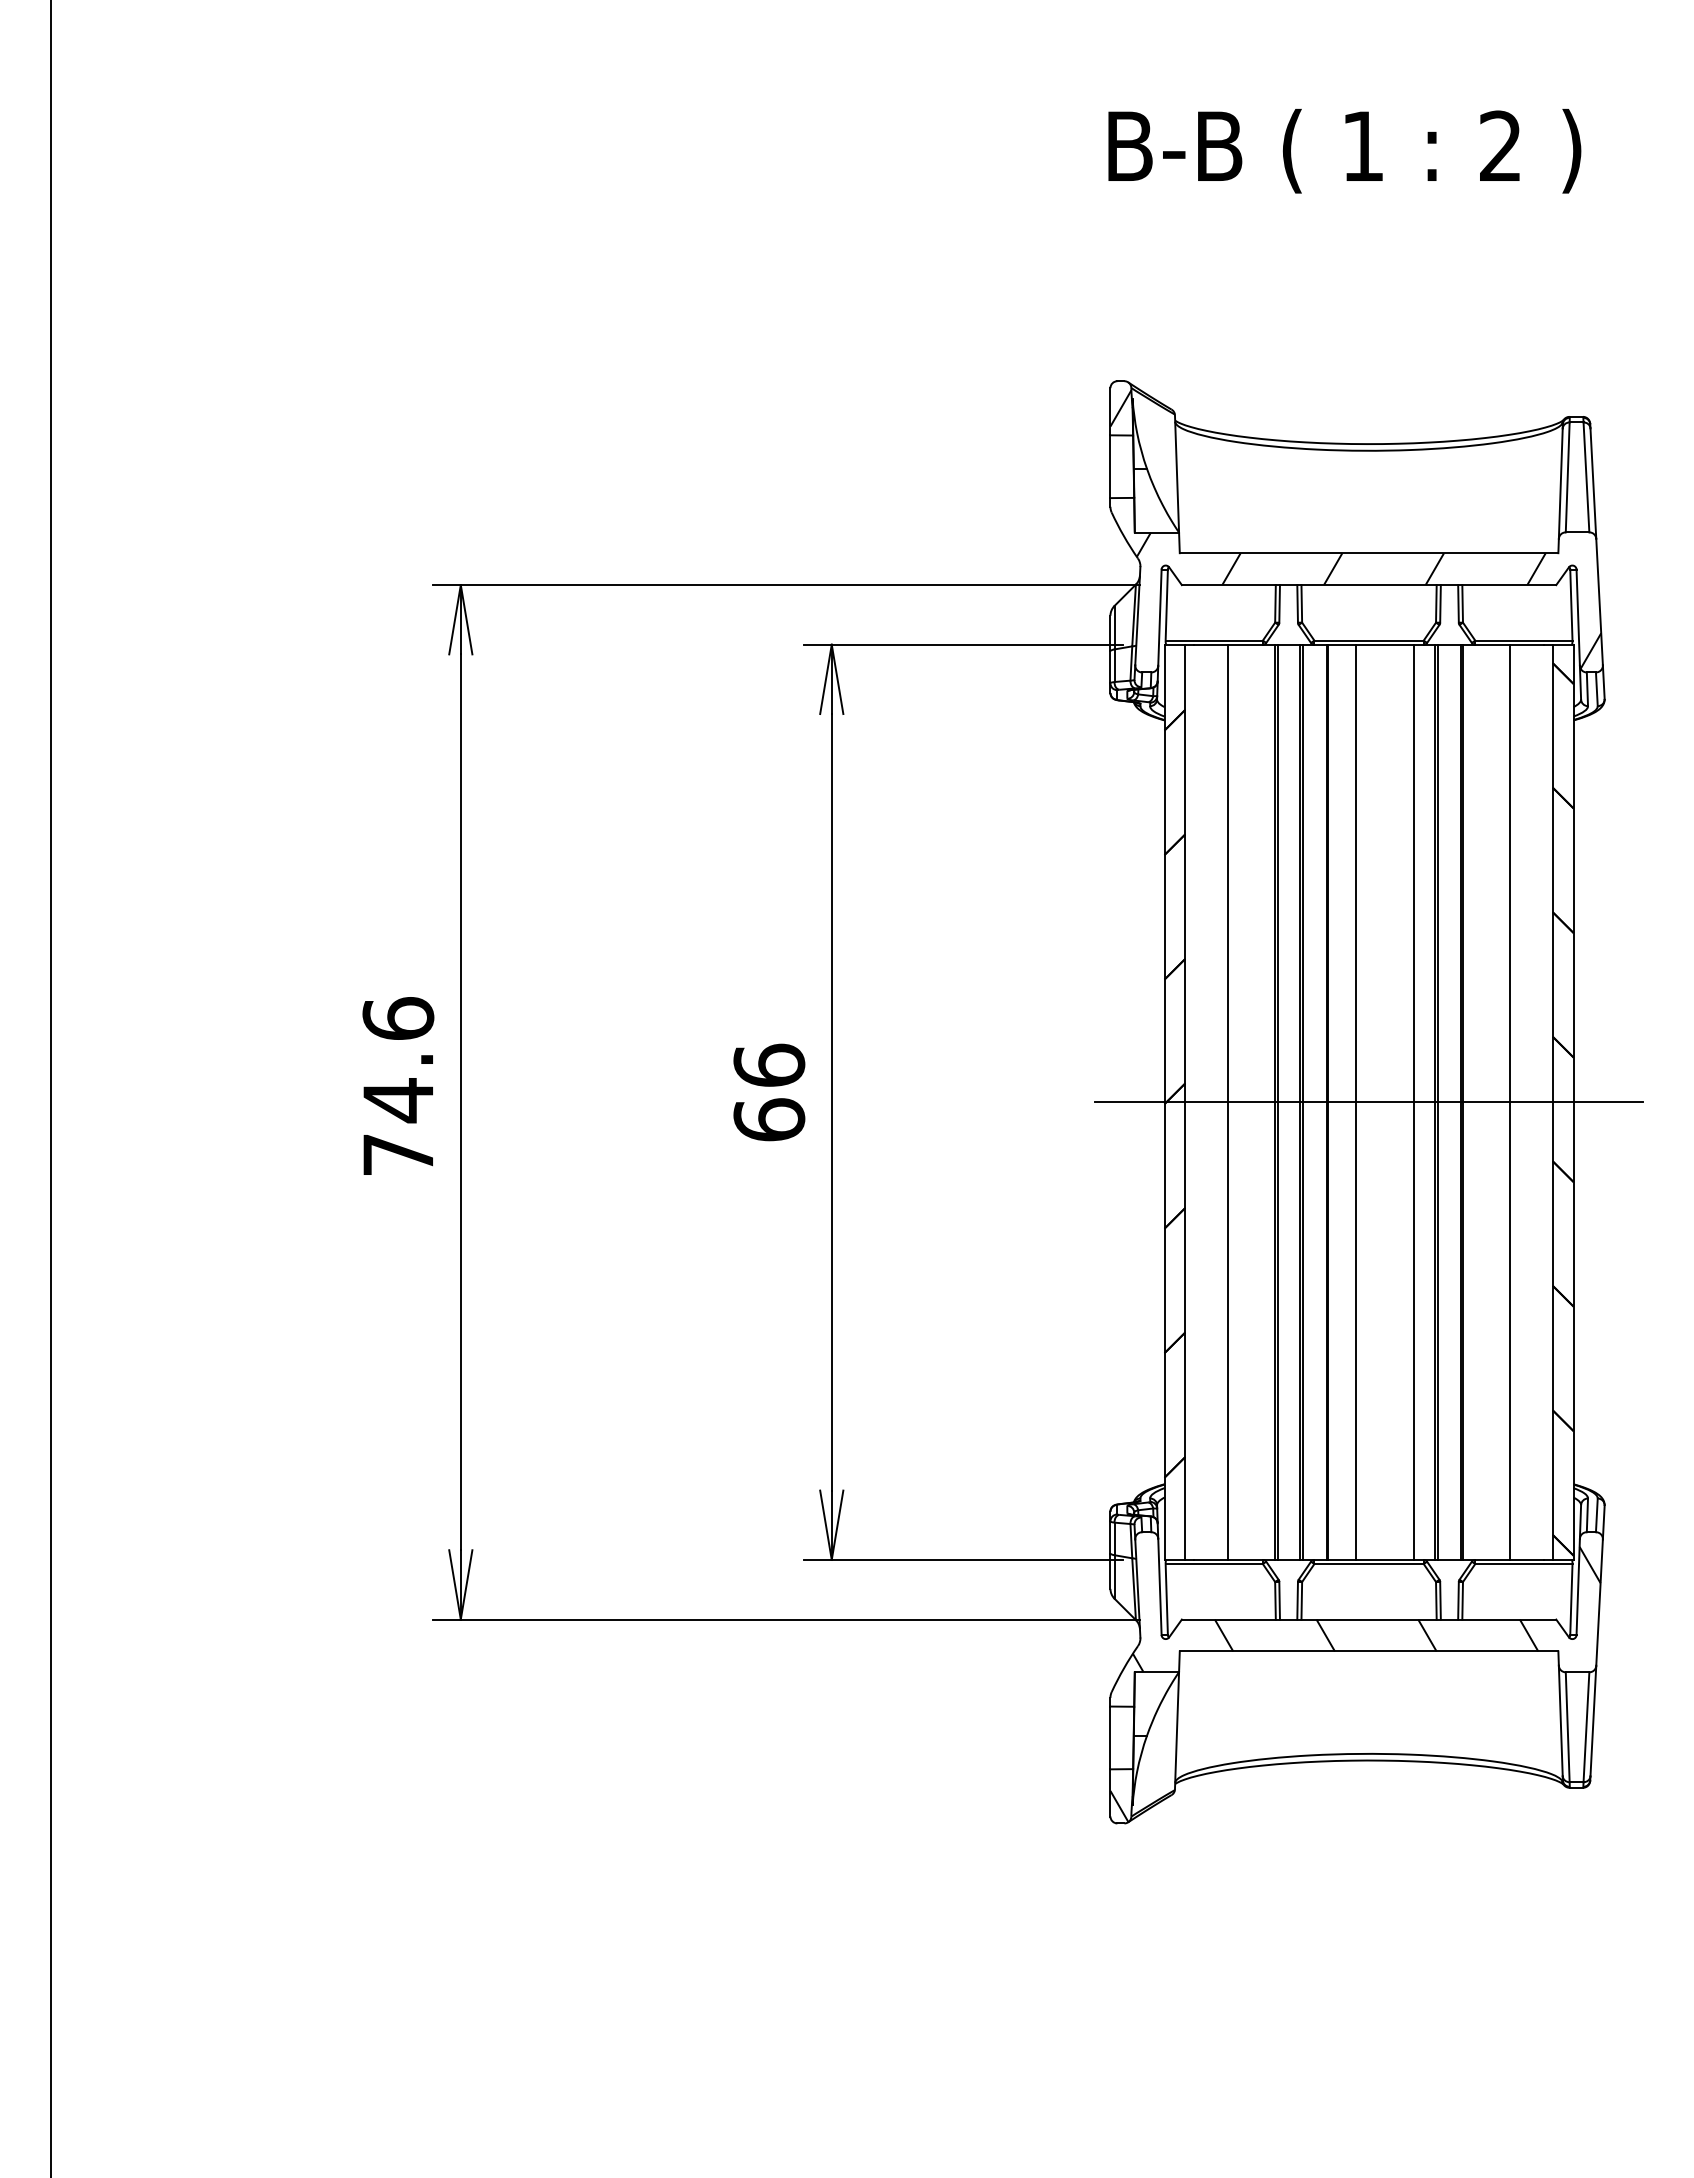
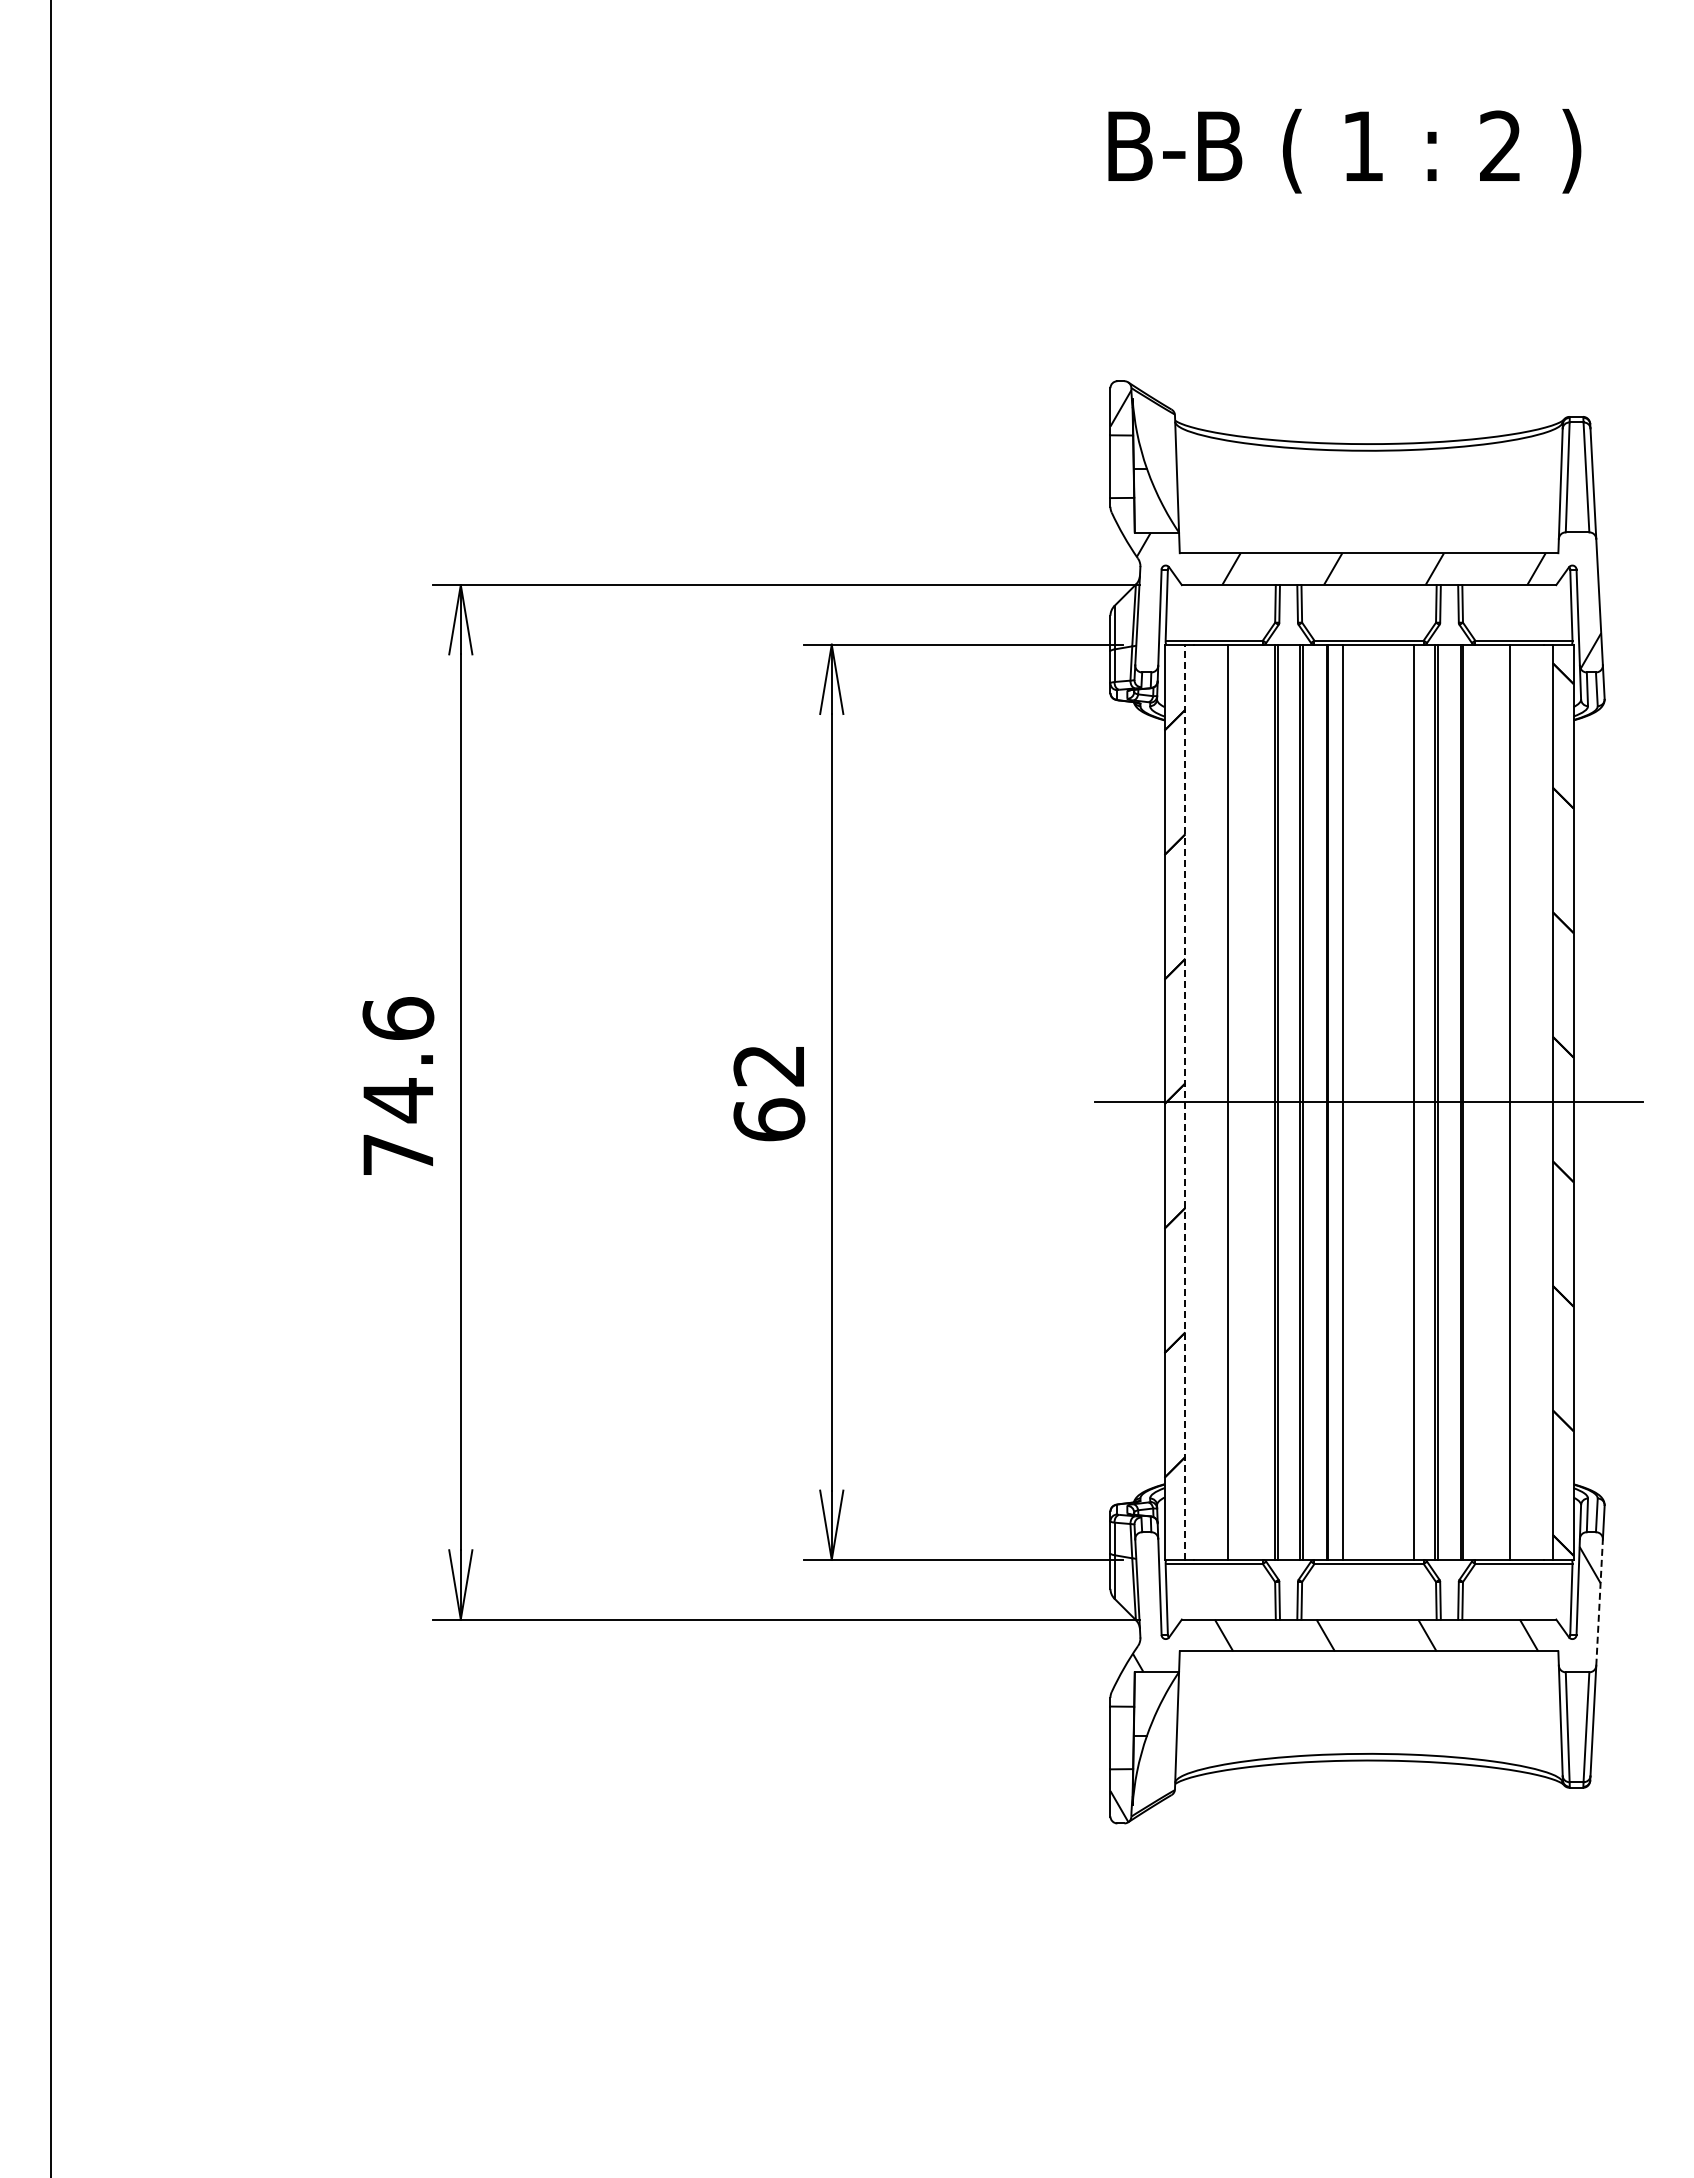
text at (769, 1064): 66 -> 62
line at (1355, 1101) position: (1355, 1101) -> (1342, 1101)
line at (1185, 1102): solid -> dashed
line at (1599, 1602): solid -> dashed
